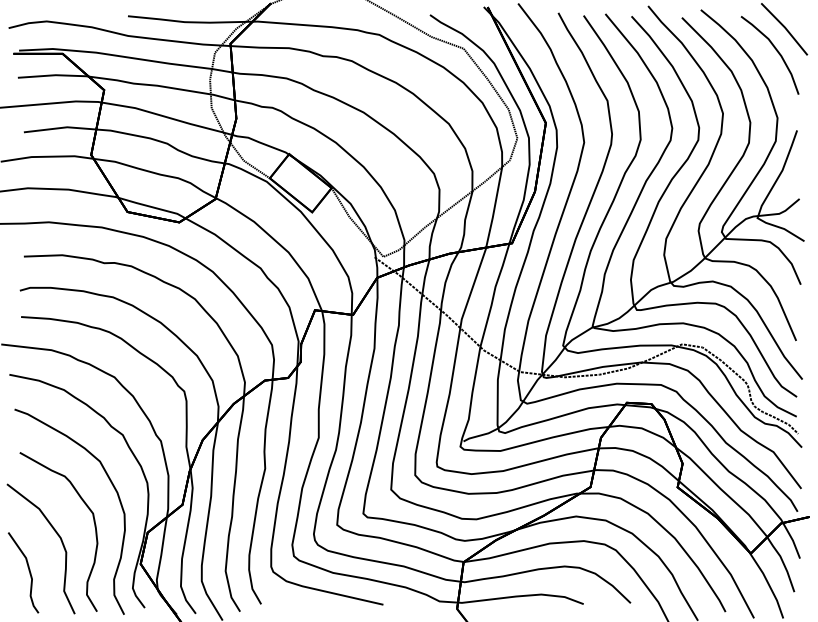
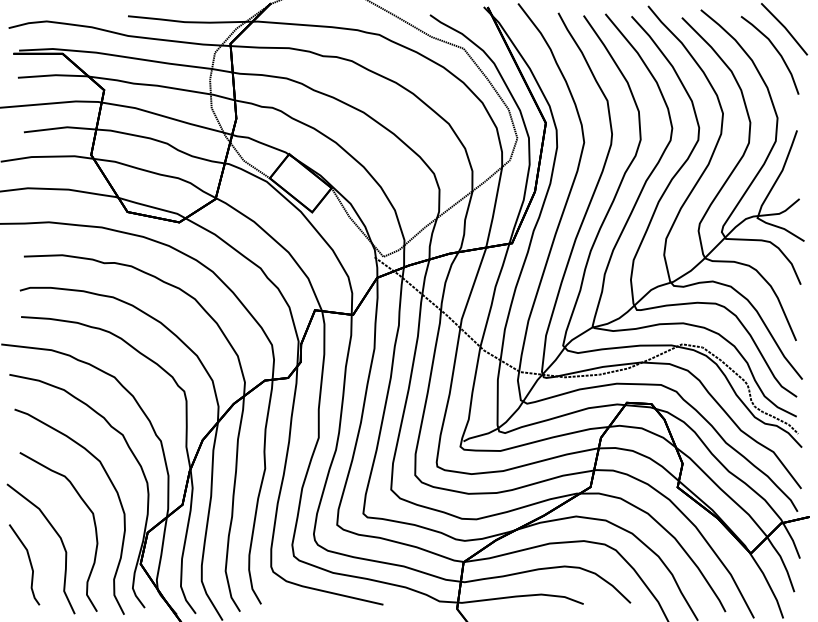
curve at (28, 570) position: (28, 570) -> (29, 562)
